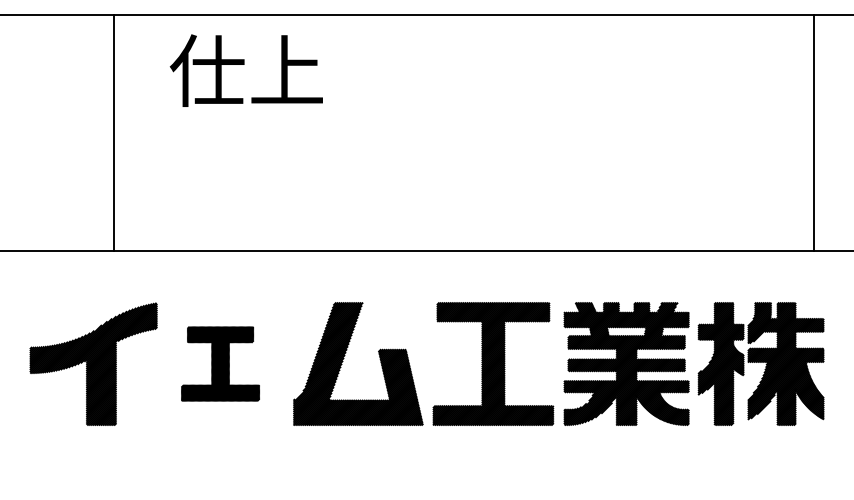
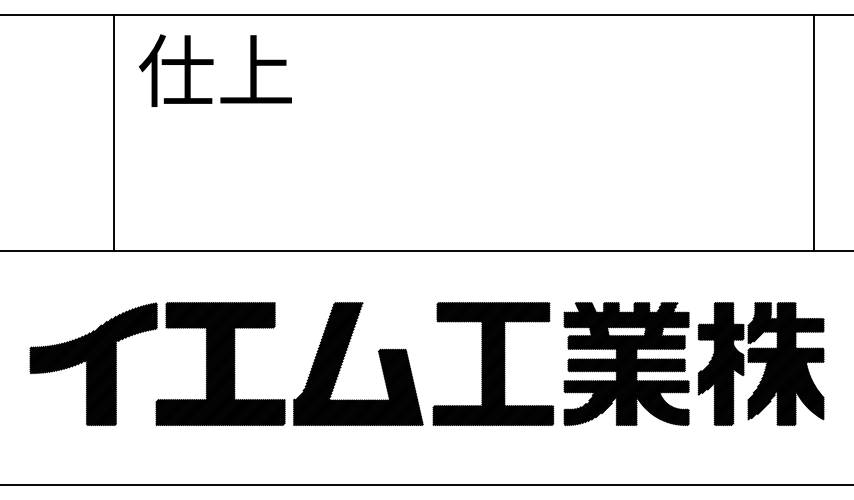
text at (245, 70) position: (245, 70) -> (214, 70)
part at (220, 363) size: 79x76 px -> 131x124 px
line at (426, 484): none -> present
